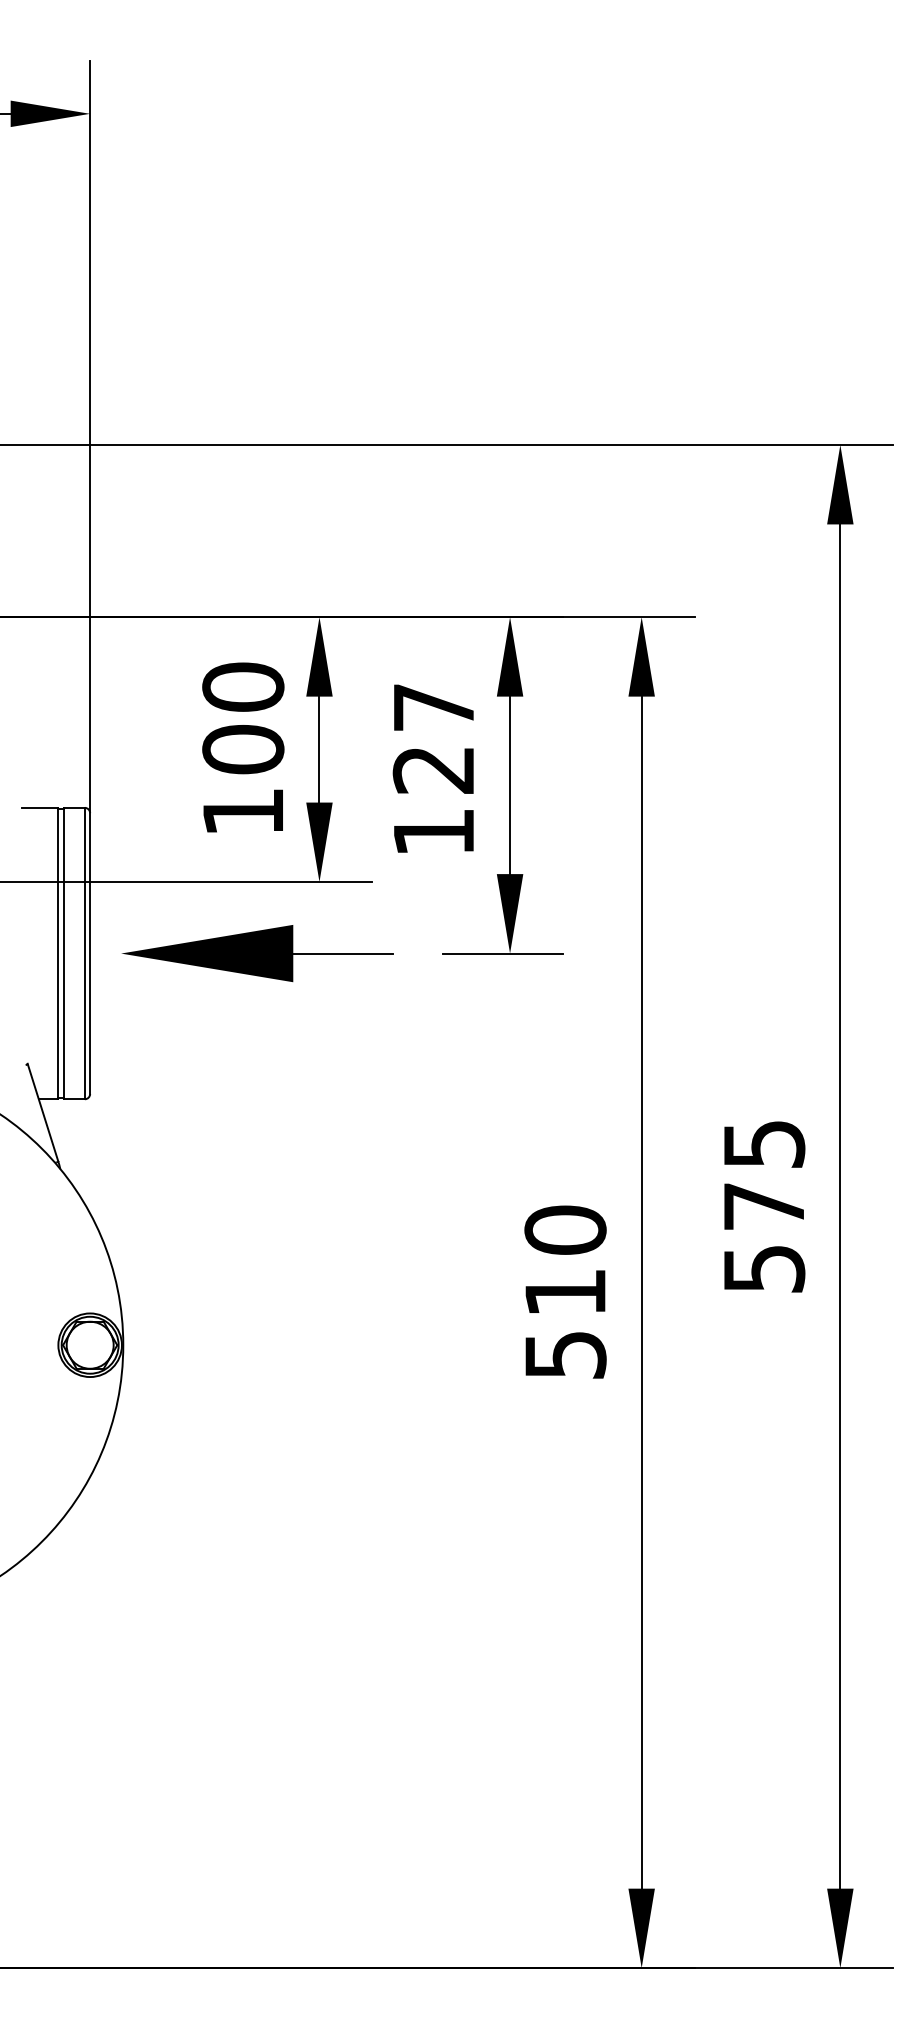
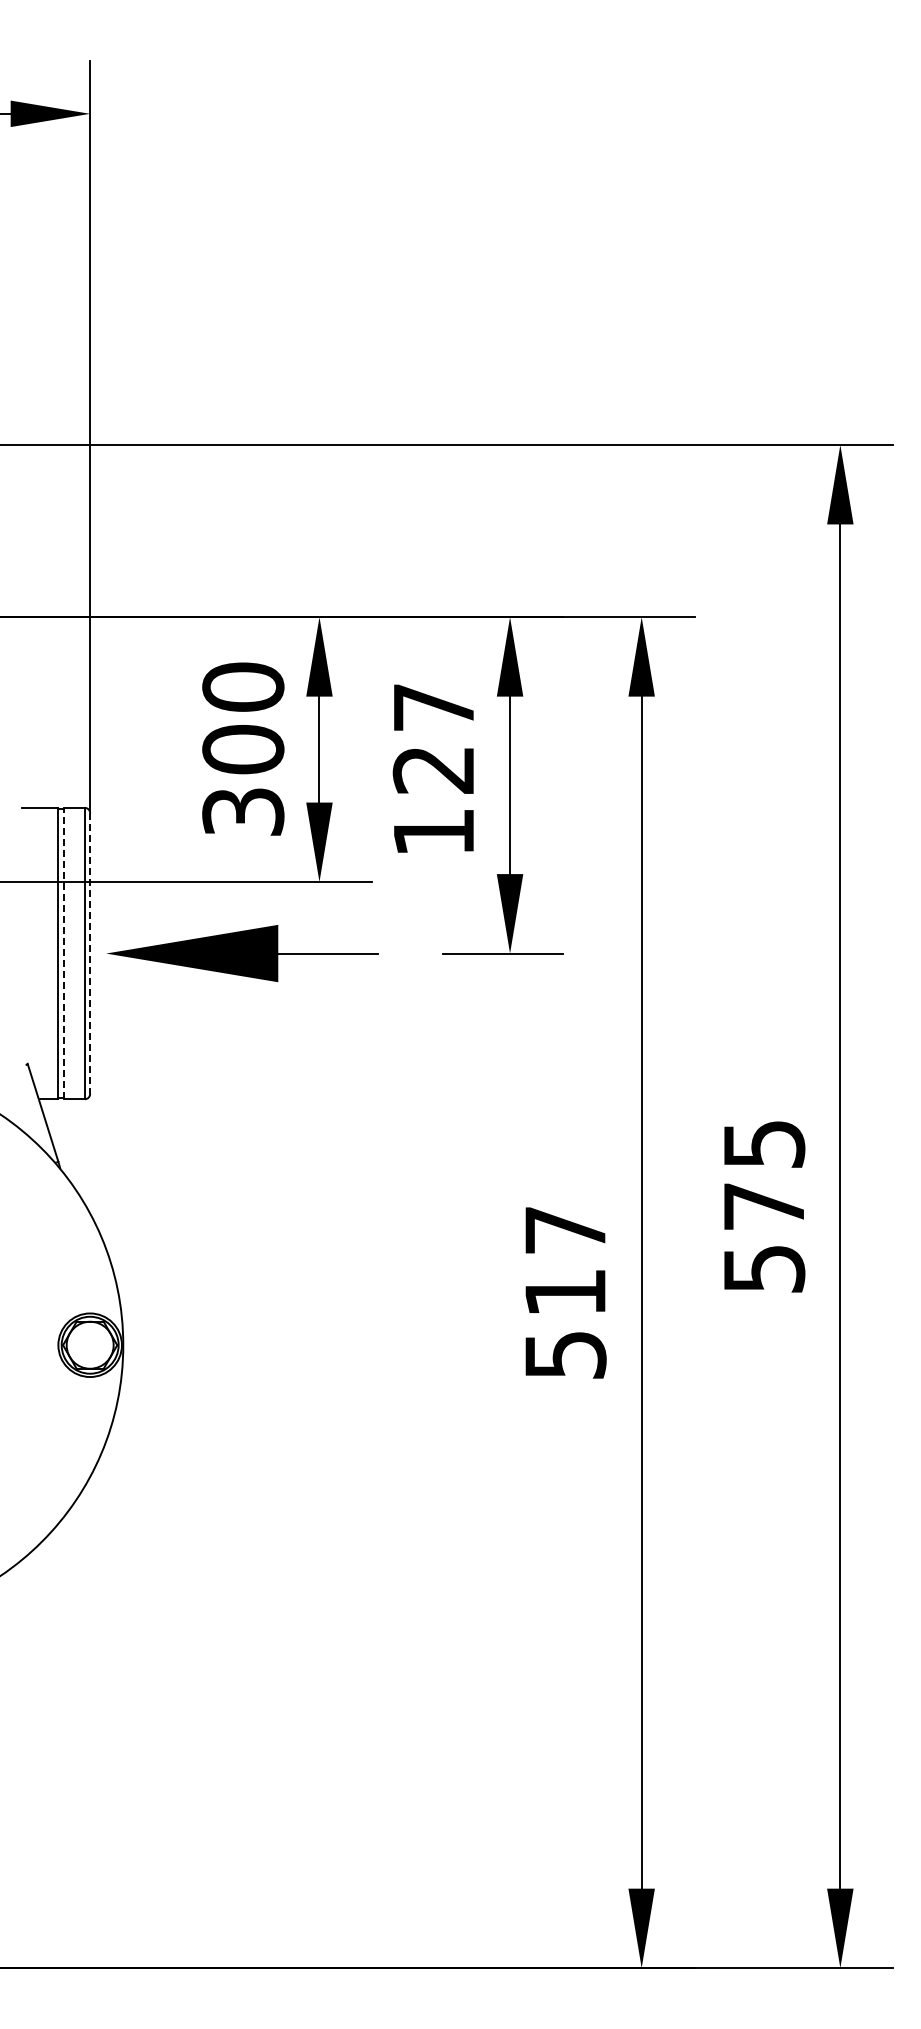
text at (243, 811): 100 -> 300
line at (63, 953): solid -> dashed
part at (257, 953) position: (257, 953) -> (242, 953)
line at (90, 954): solid -> dashed
text at (565, 1229): 510 -> 517
